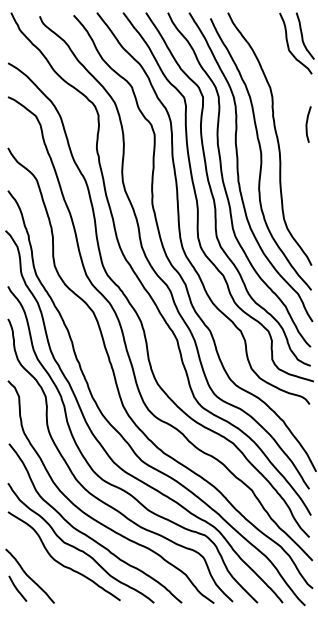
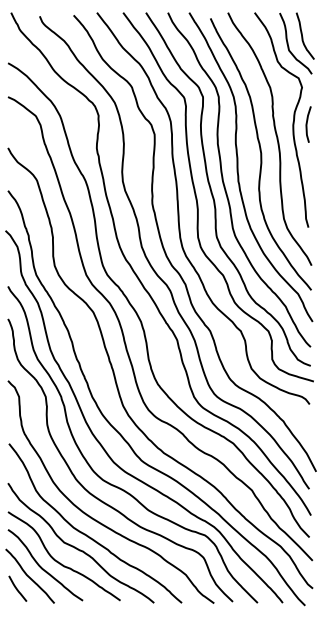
curve at (292, 122): none -> present
curve at (42, 567): none -> present
